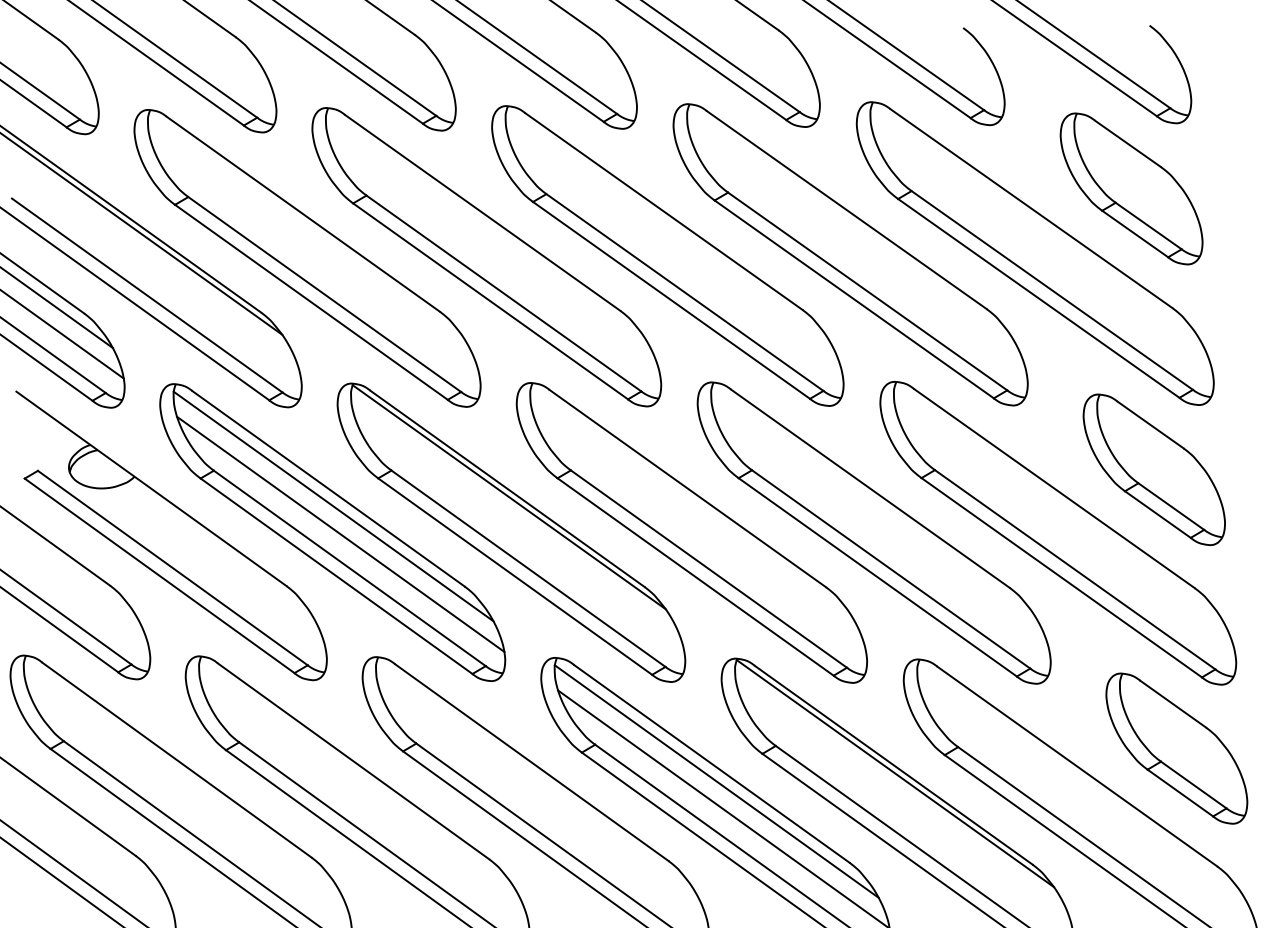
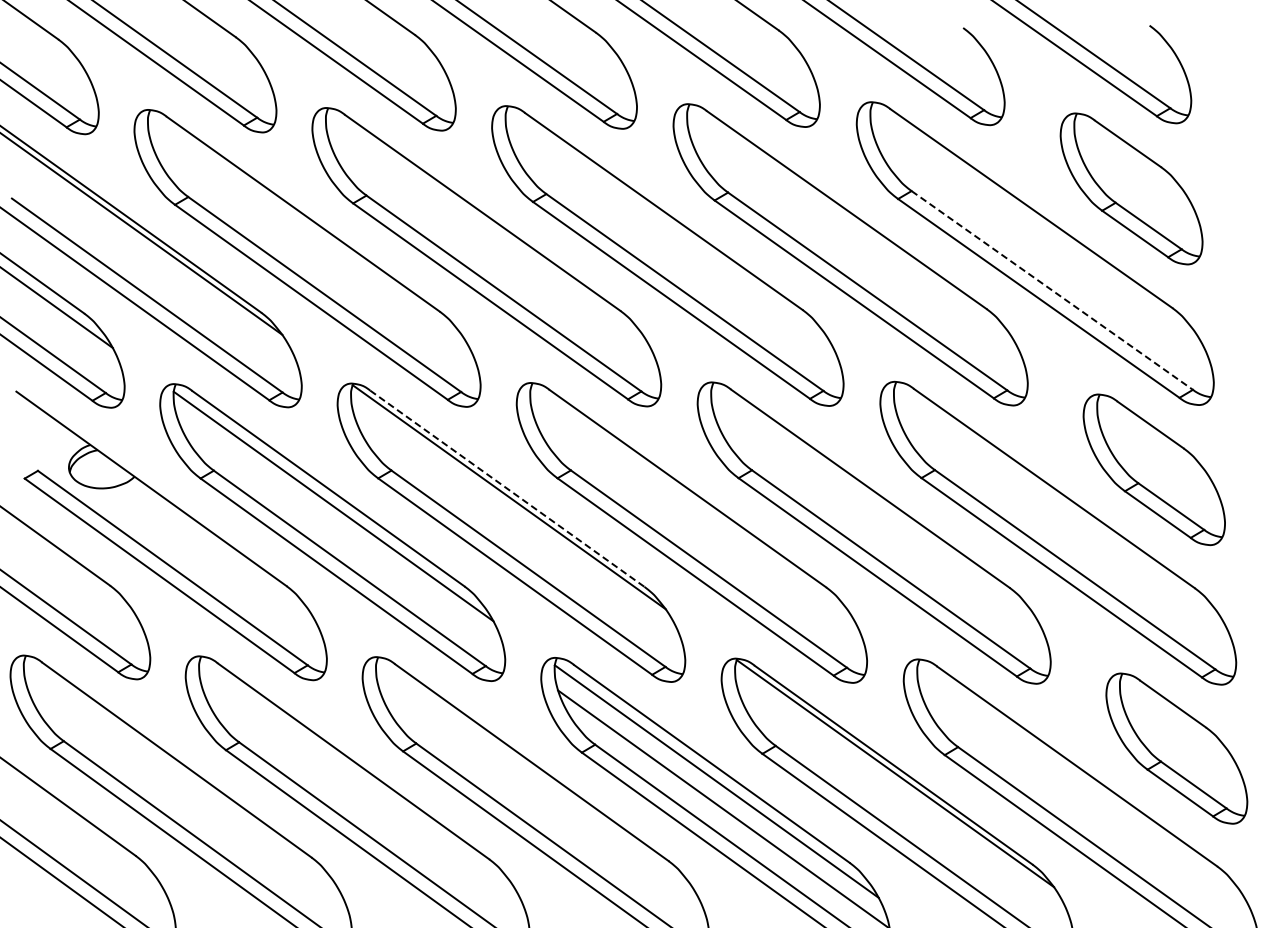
line at (1052, 290): solid -> dashed
line at (62, 334): present -> none
line at (507, 488): solid -> dashed
line at (340, 533): present -> none
